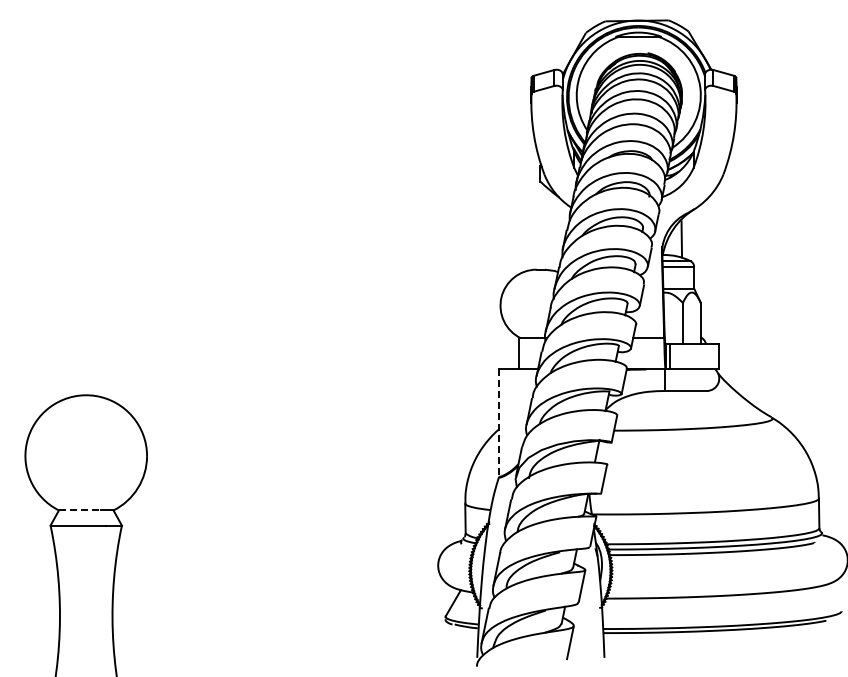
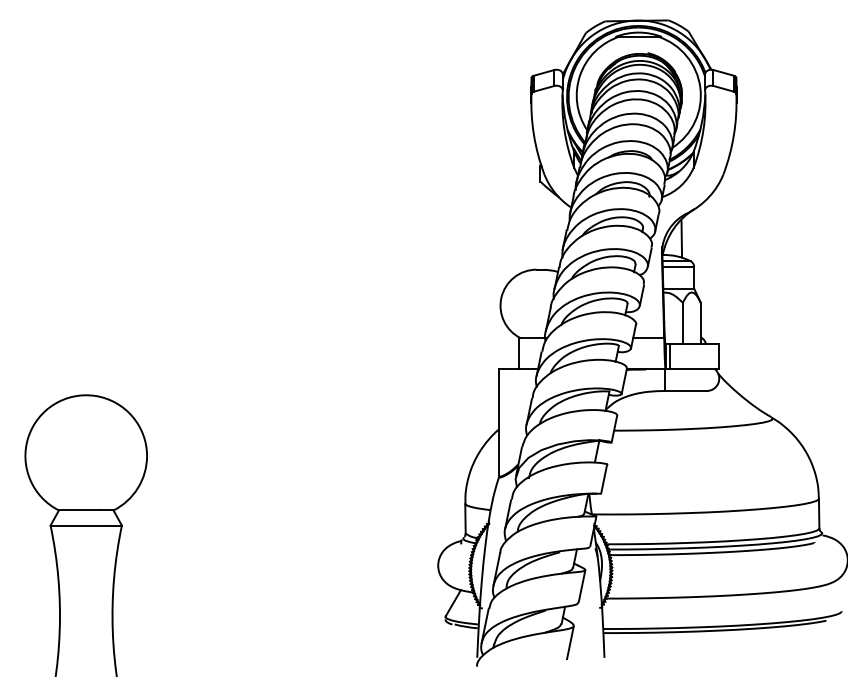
line at (498, 423): dashed -> solid
line at (80, 510): dashed -> solid
